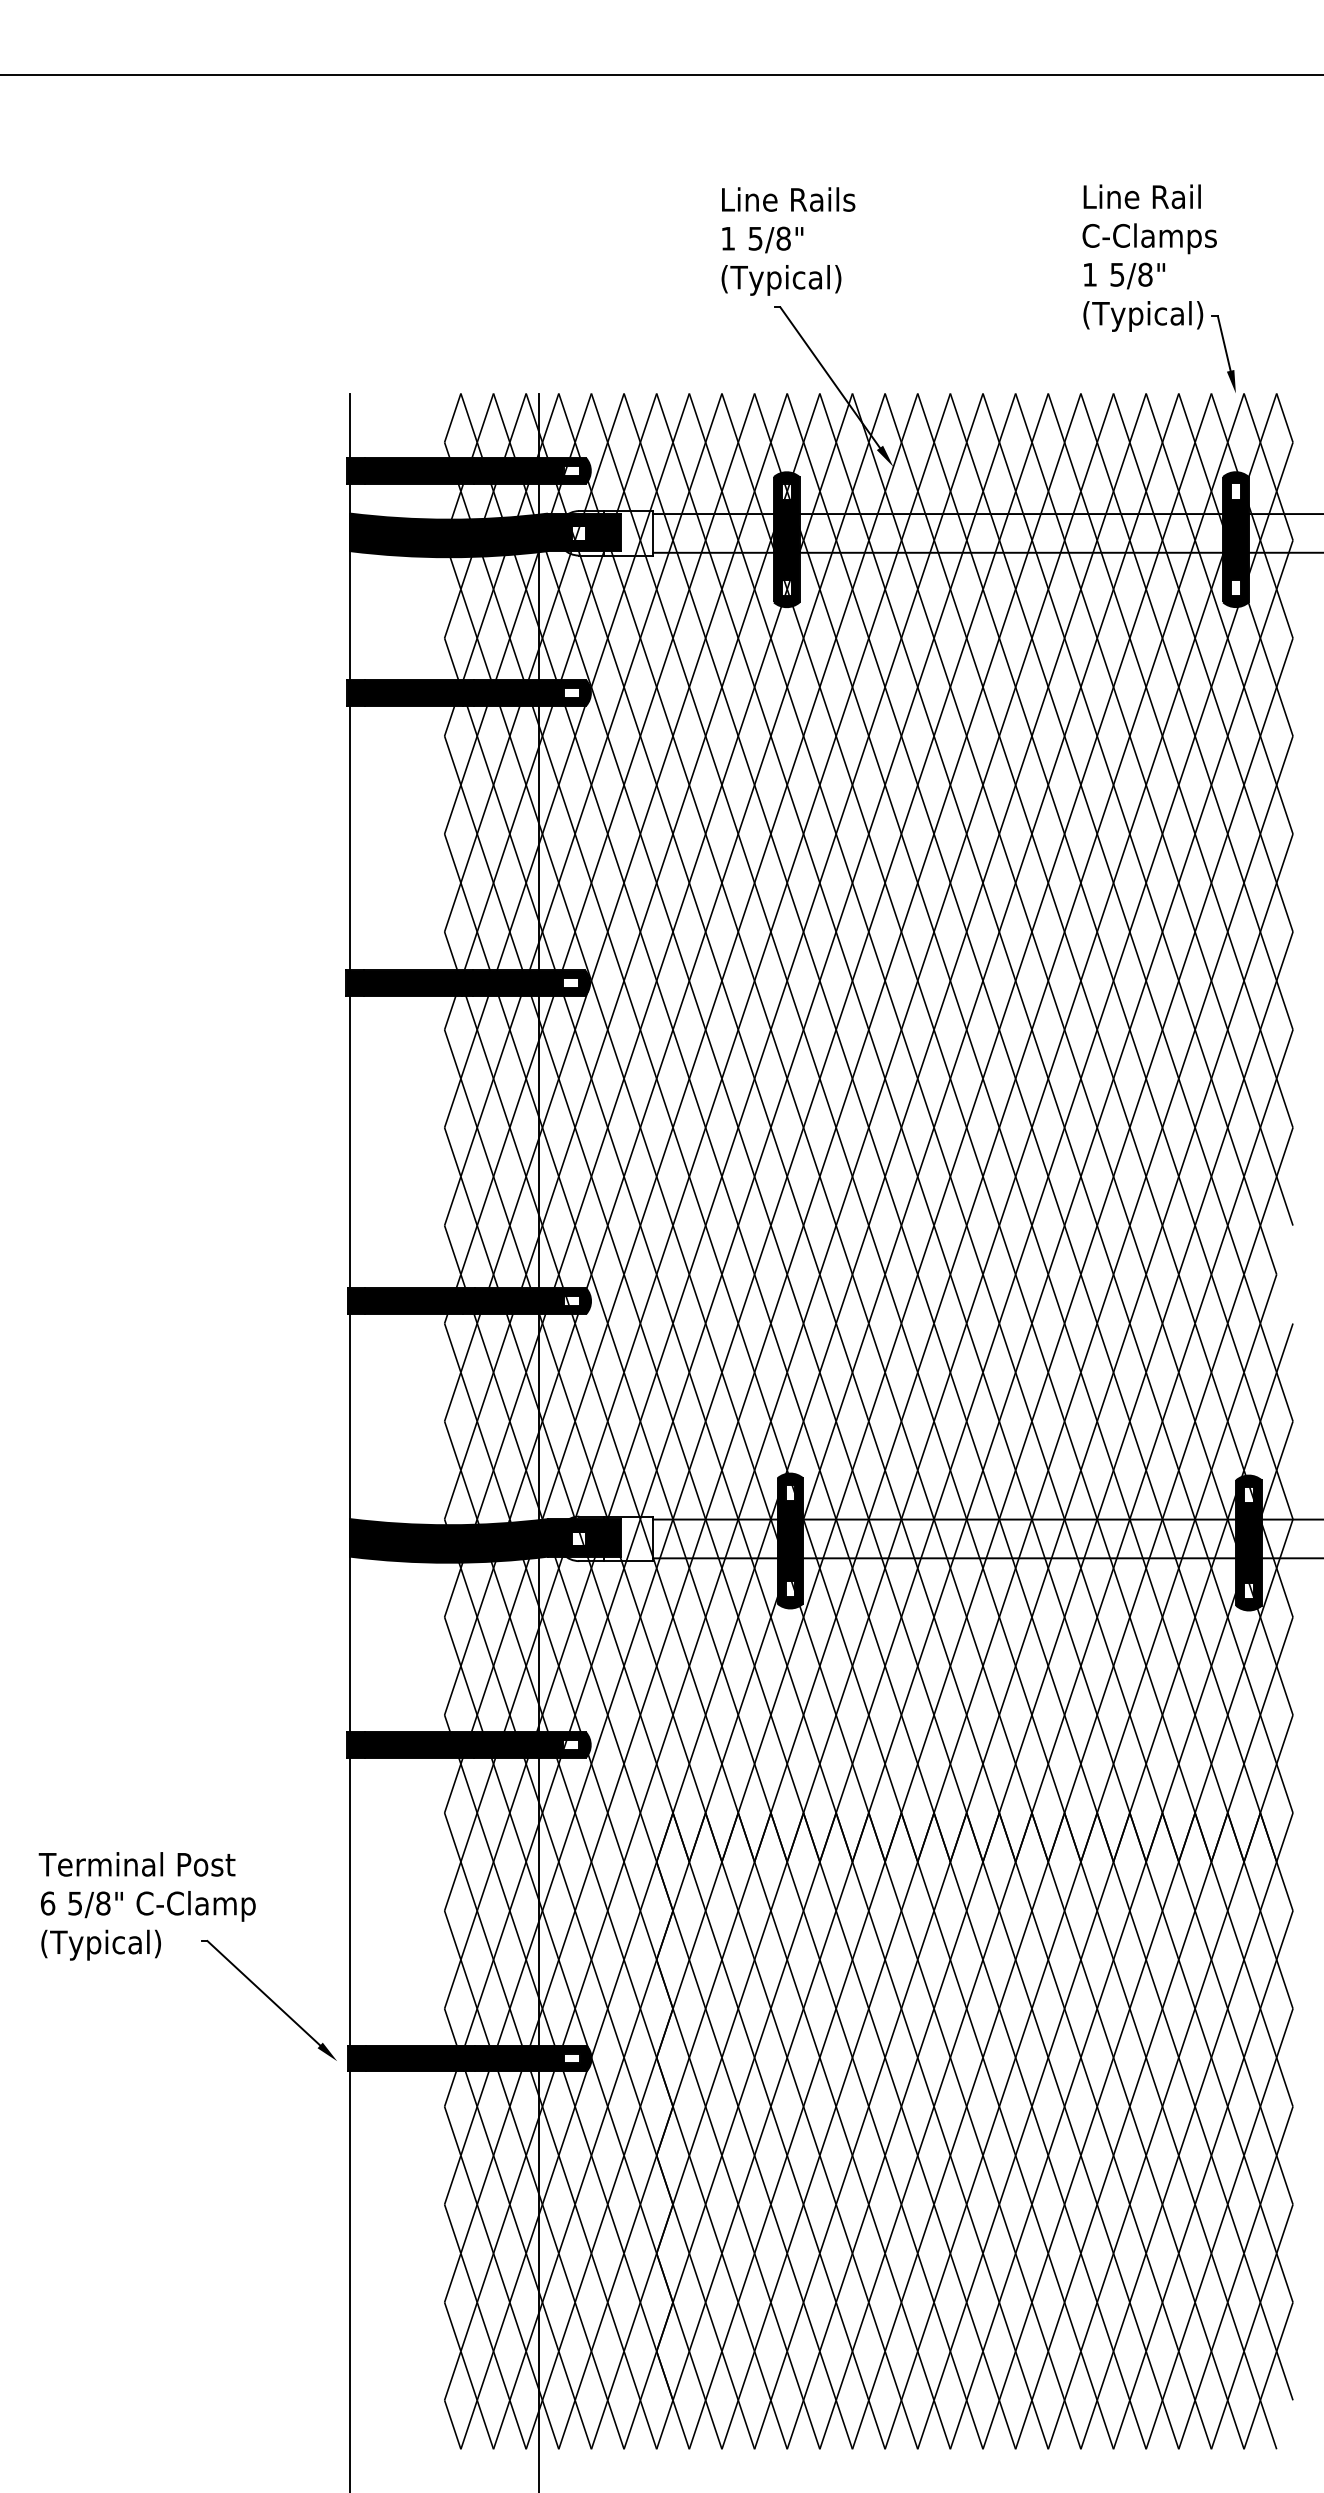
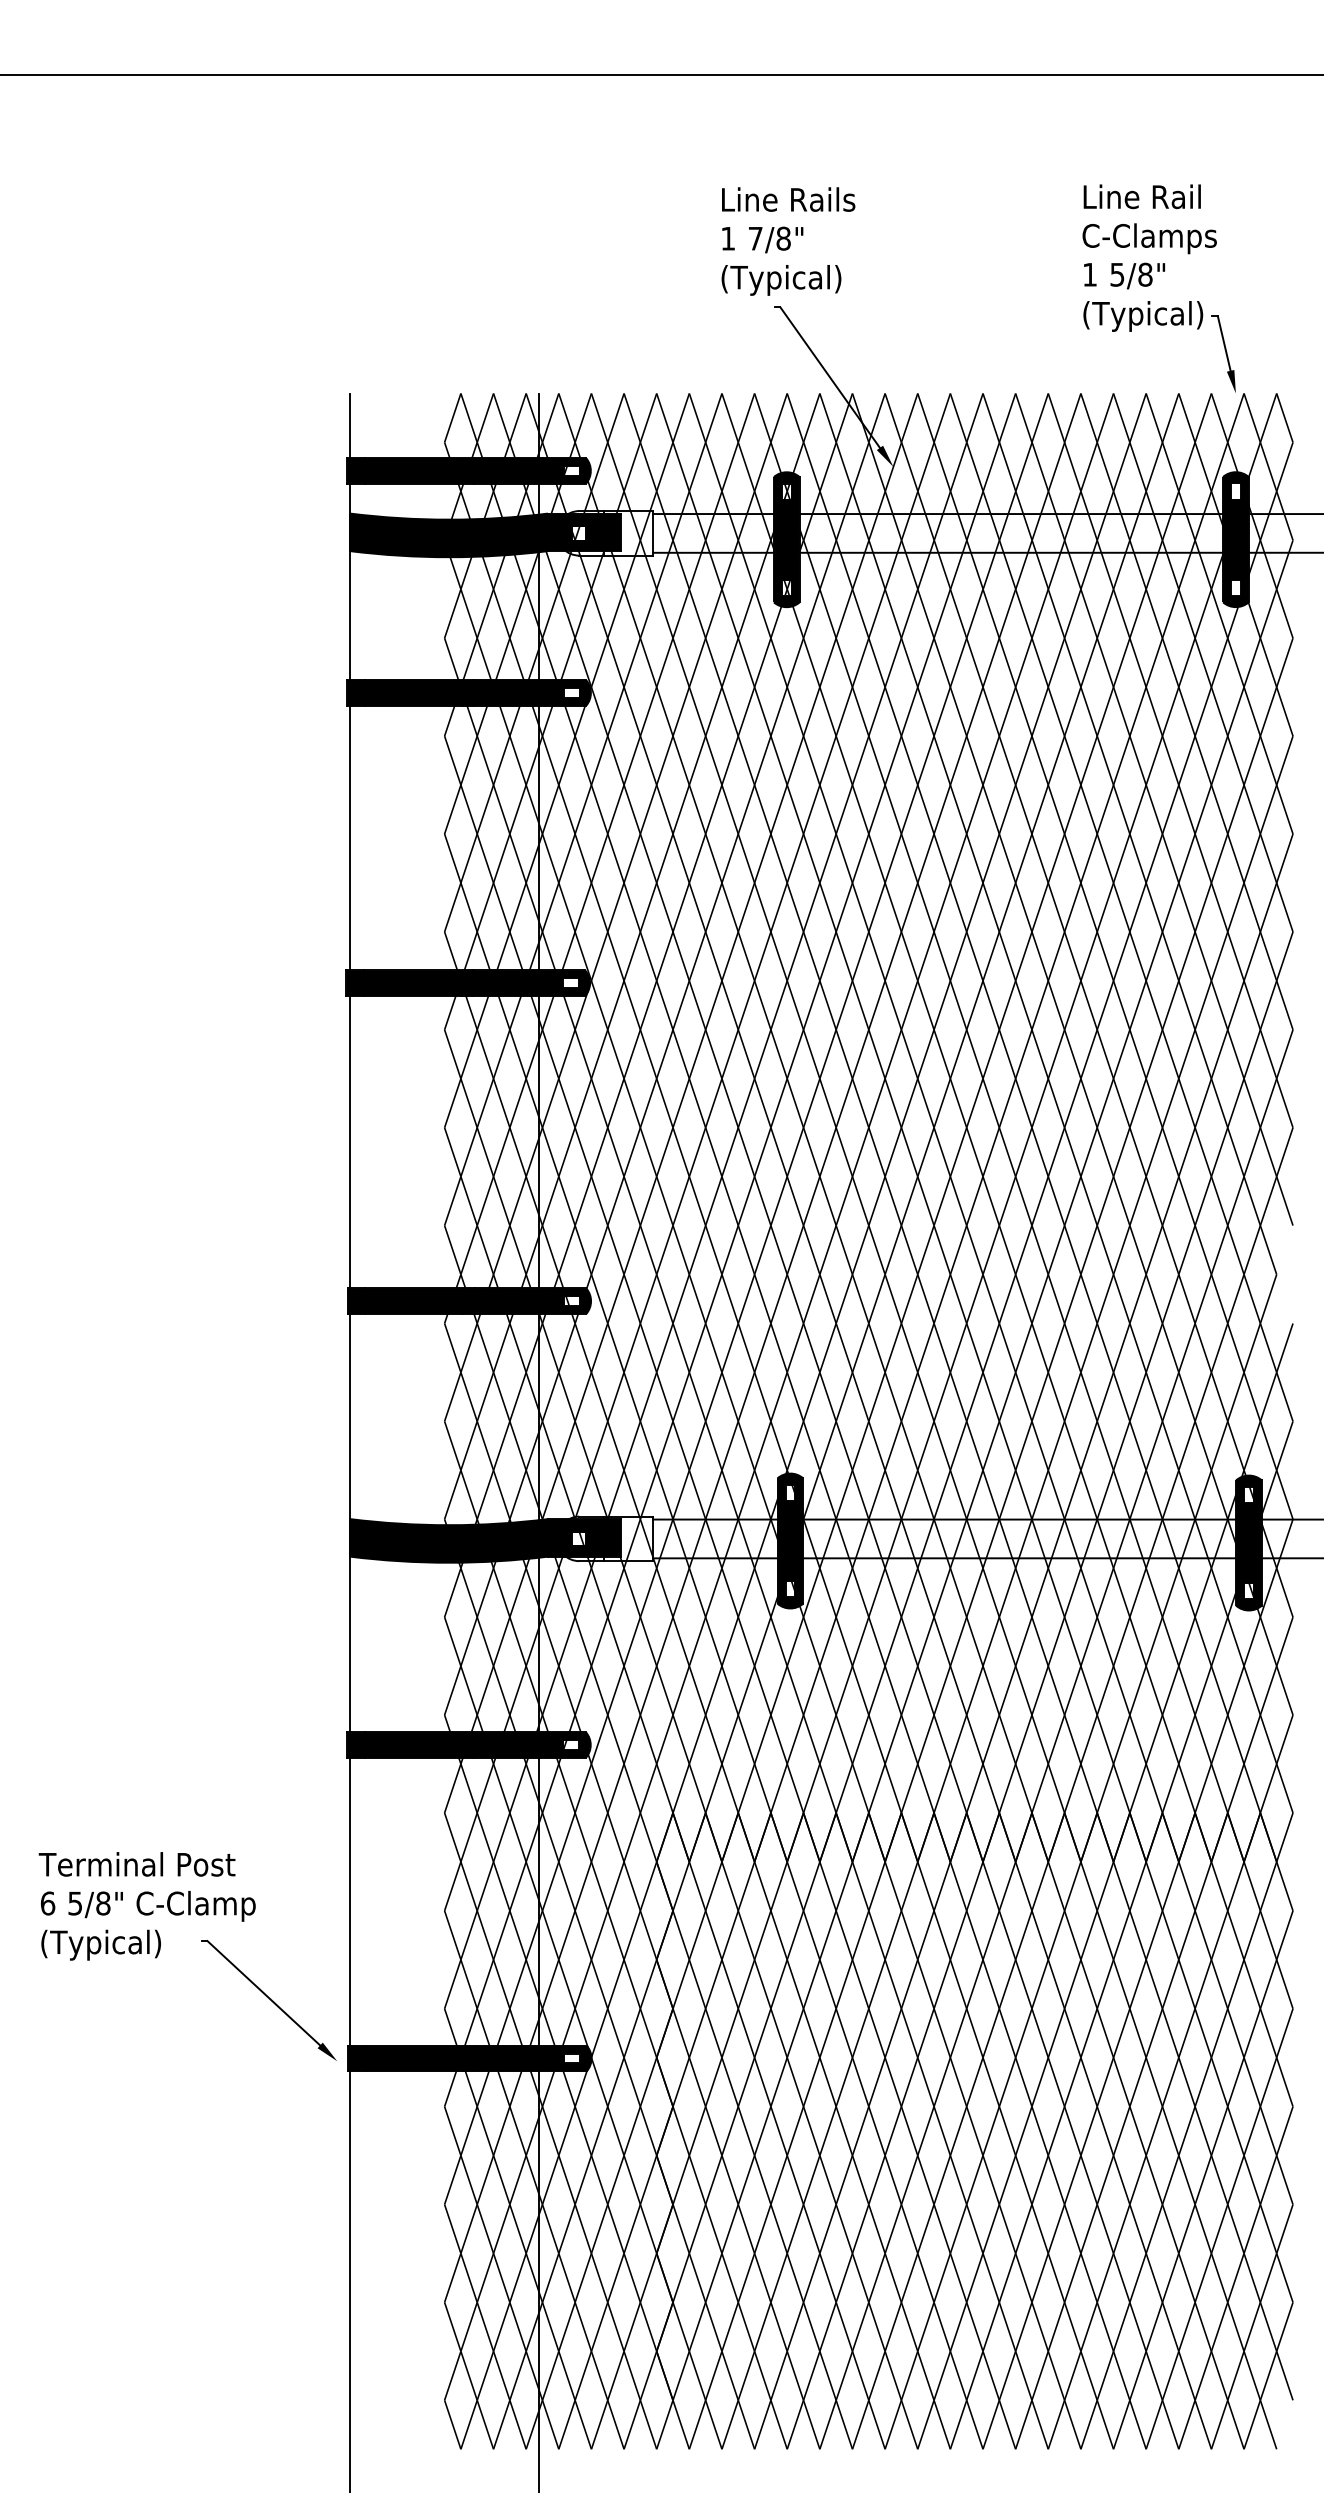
text at (755, 238): 5/8" -> 7/8"
